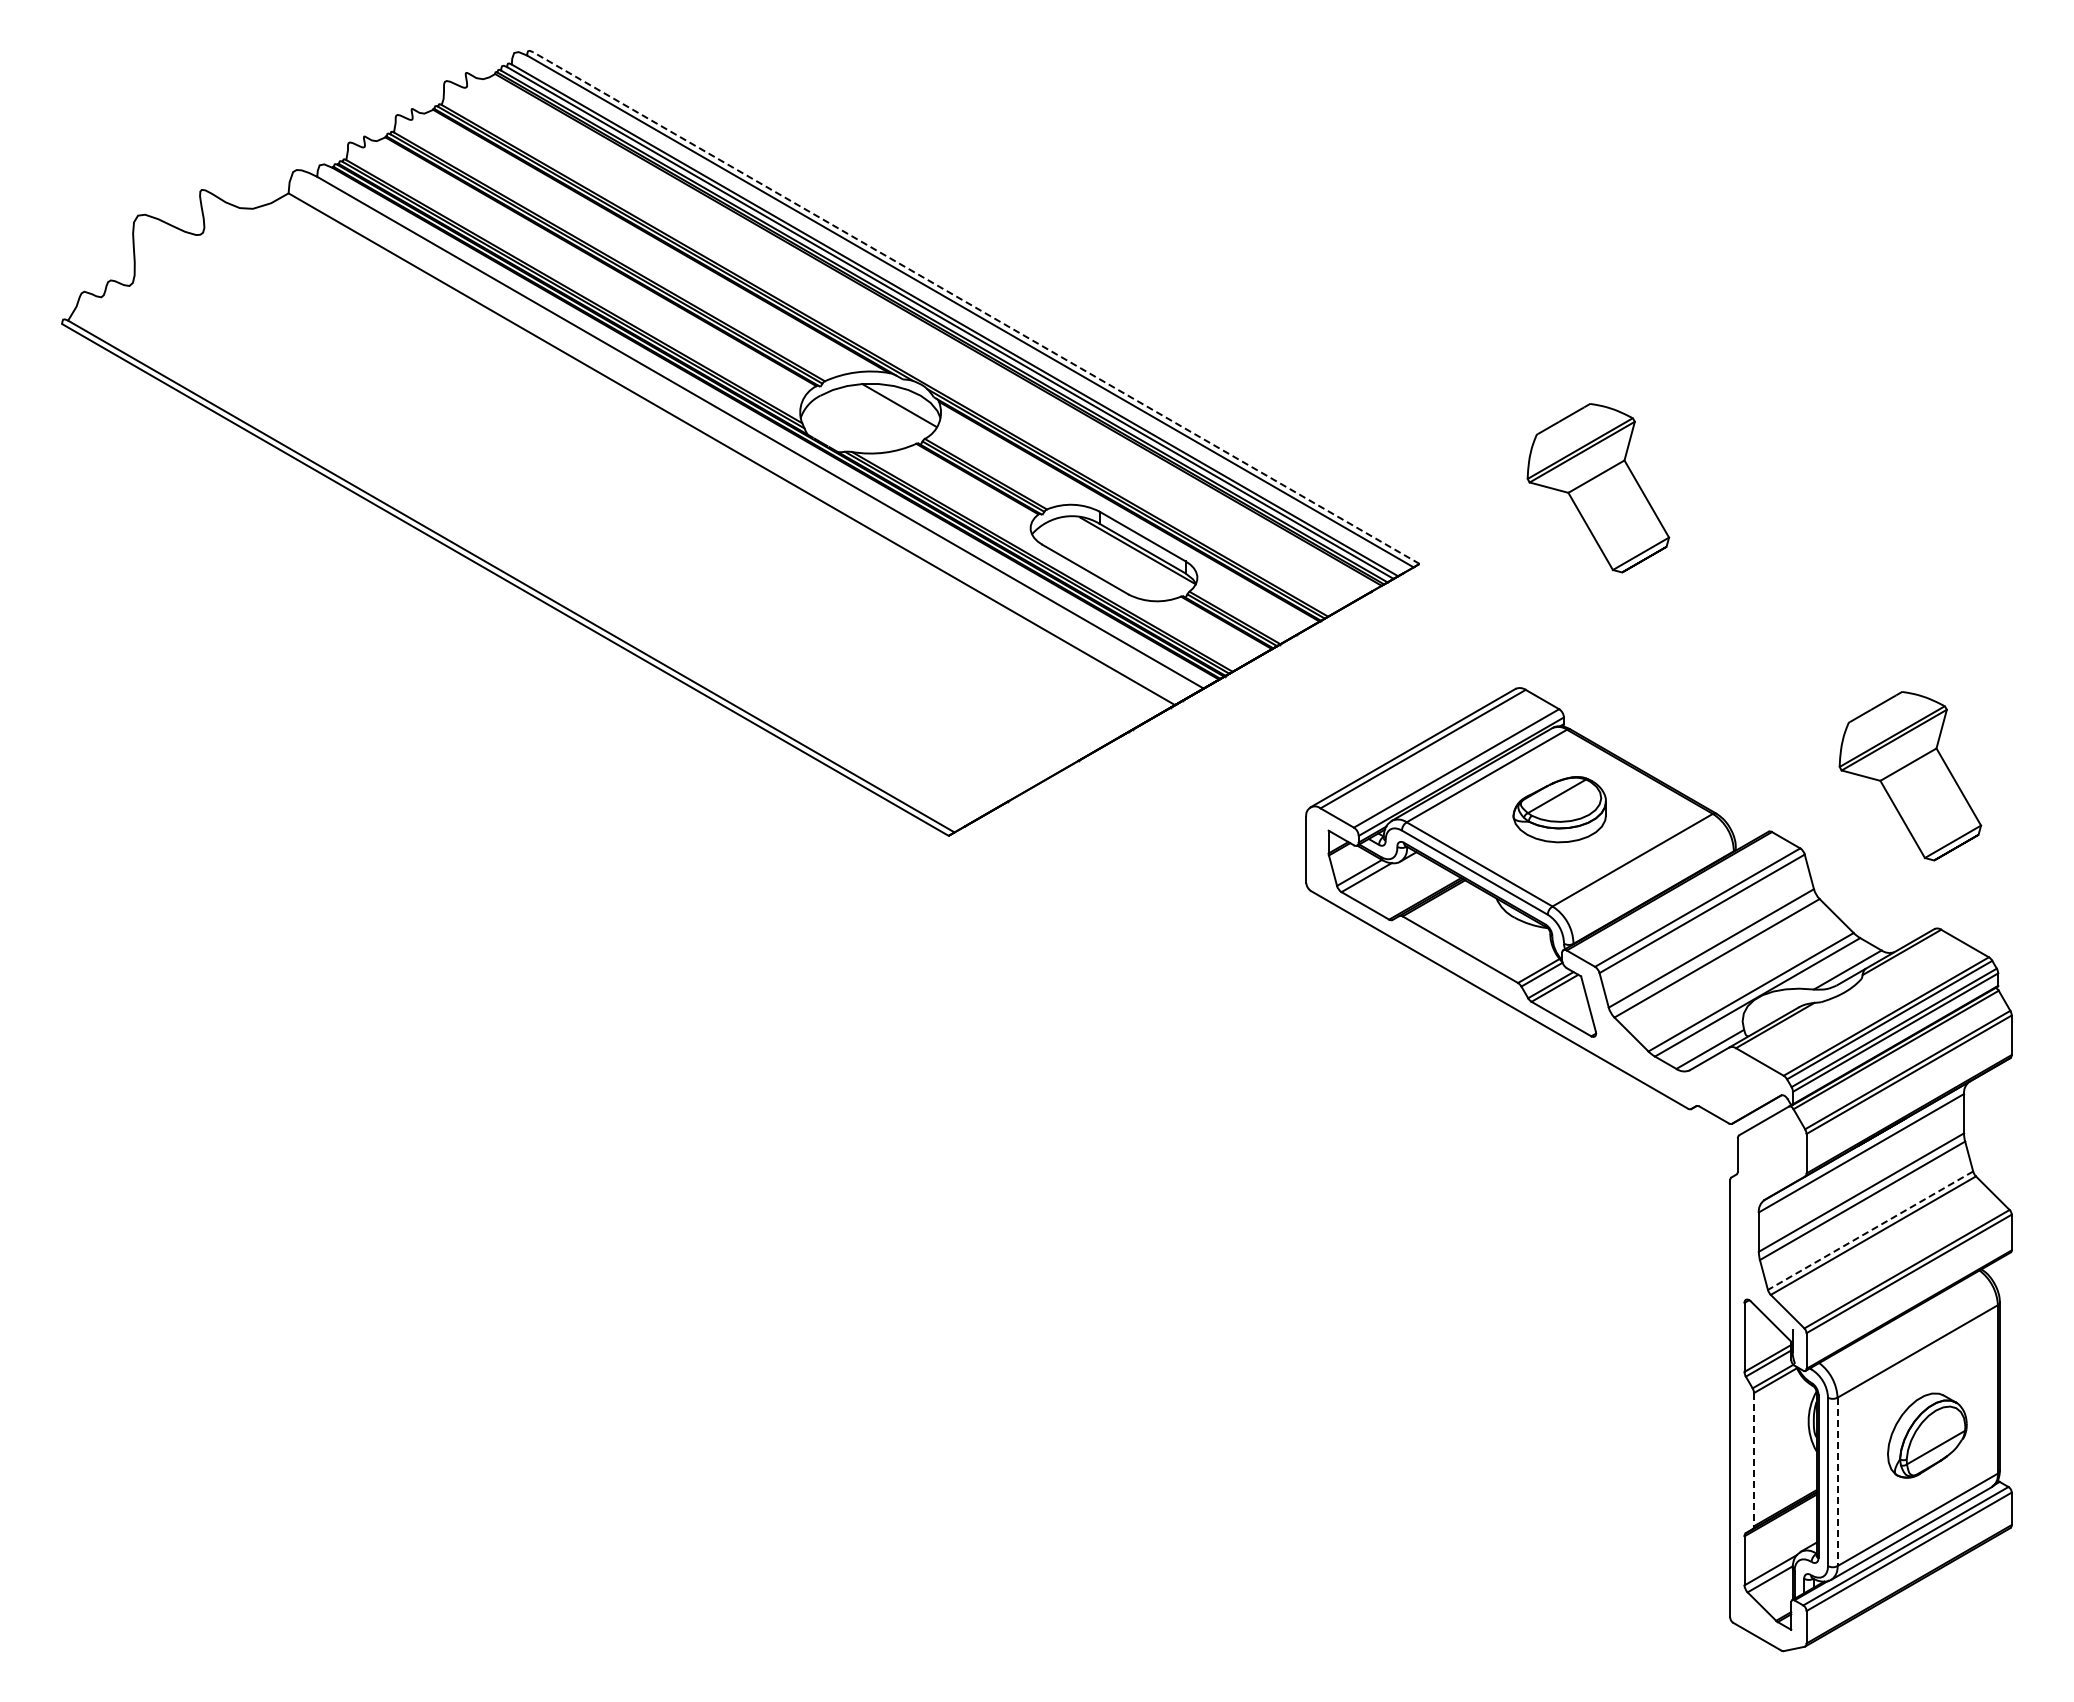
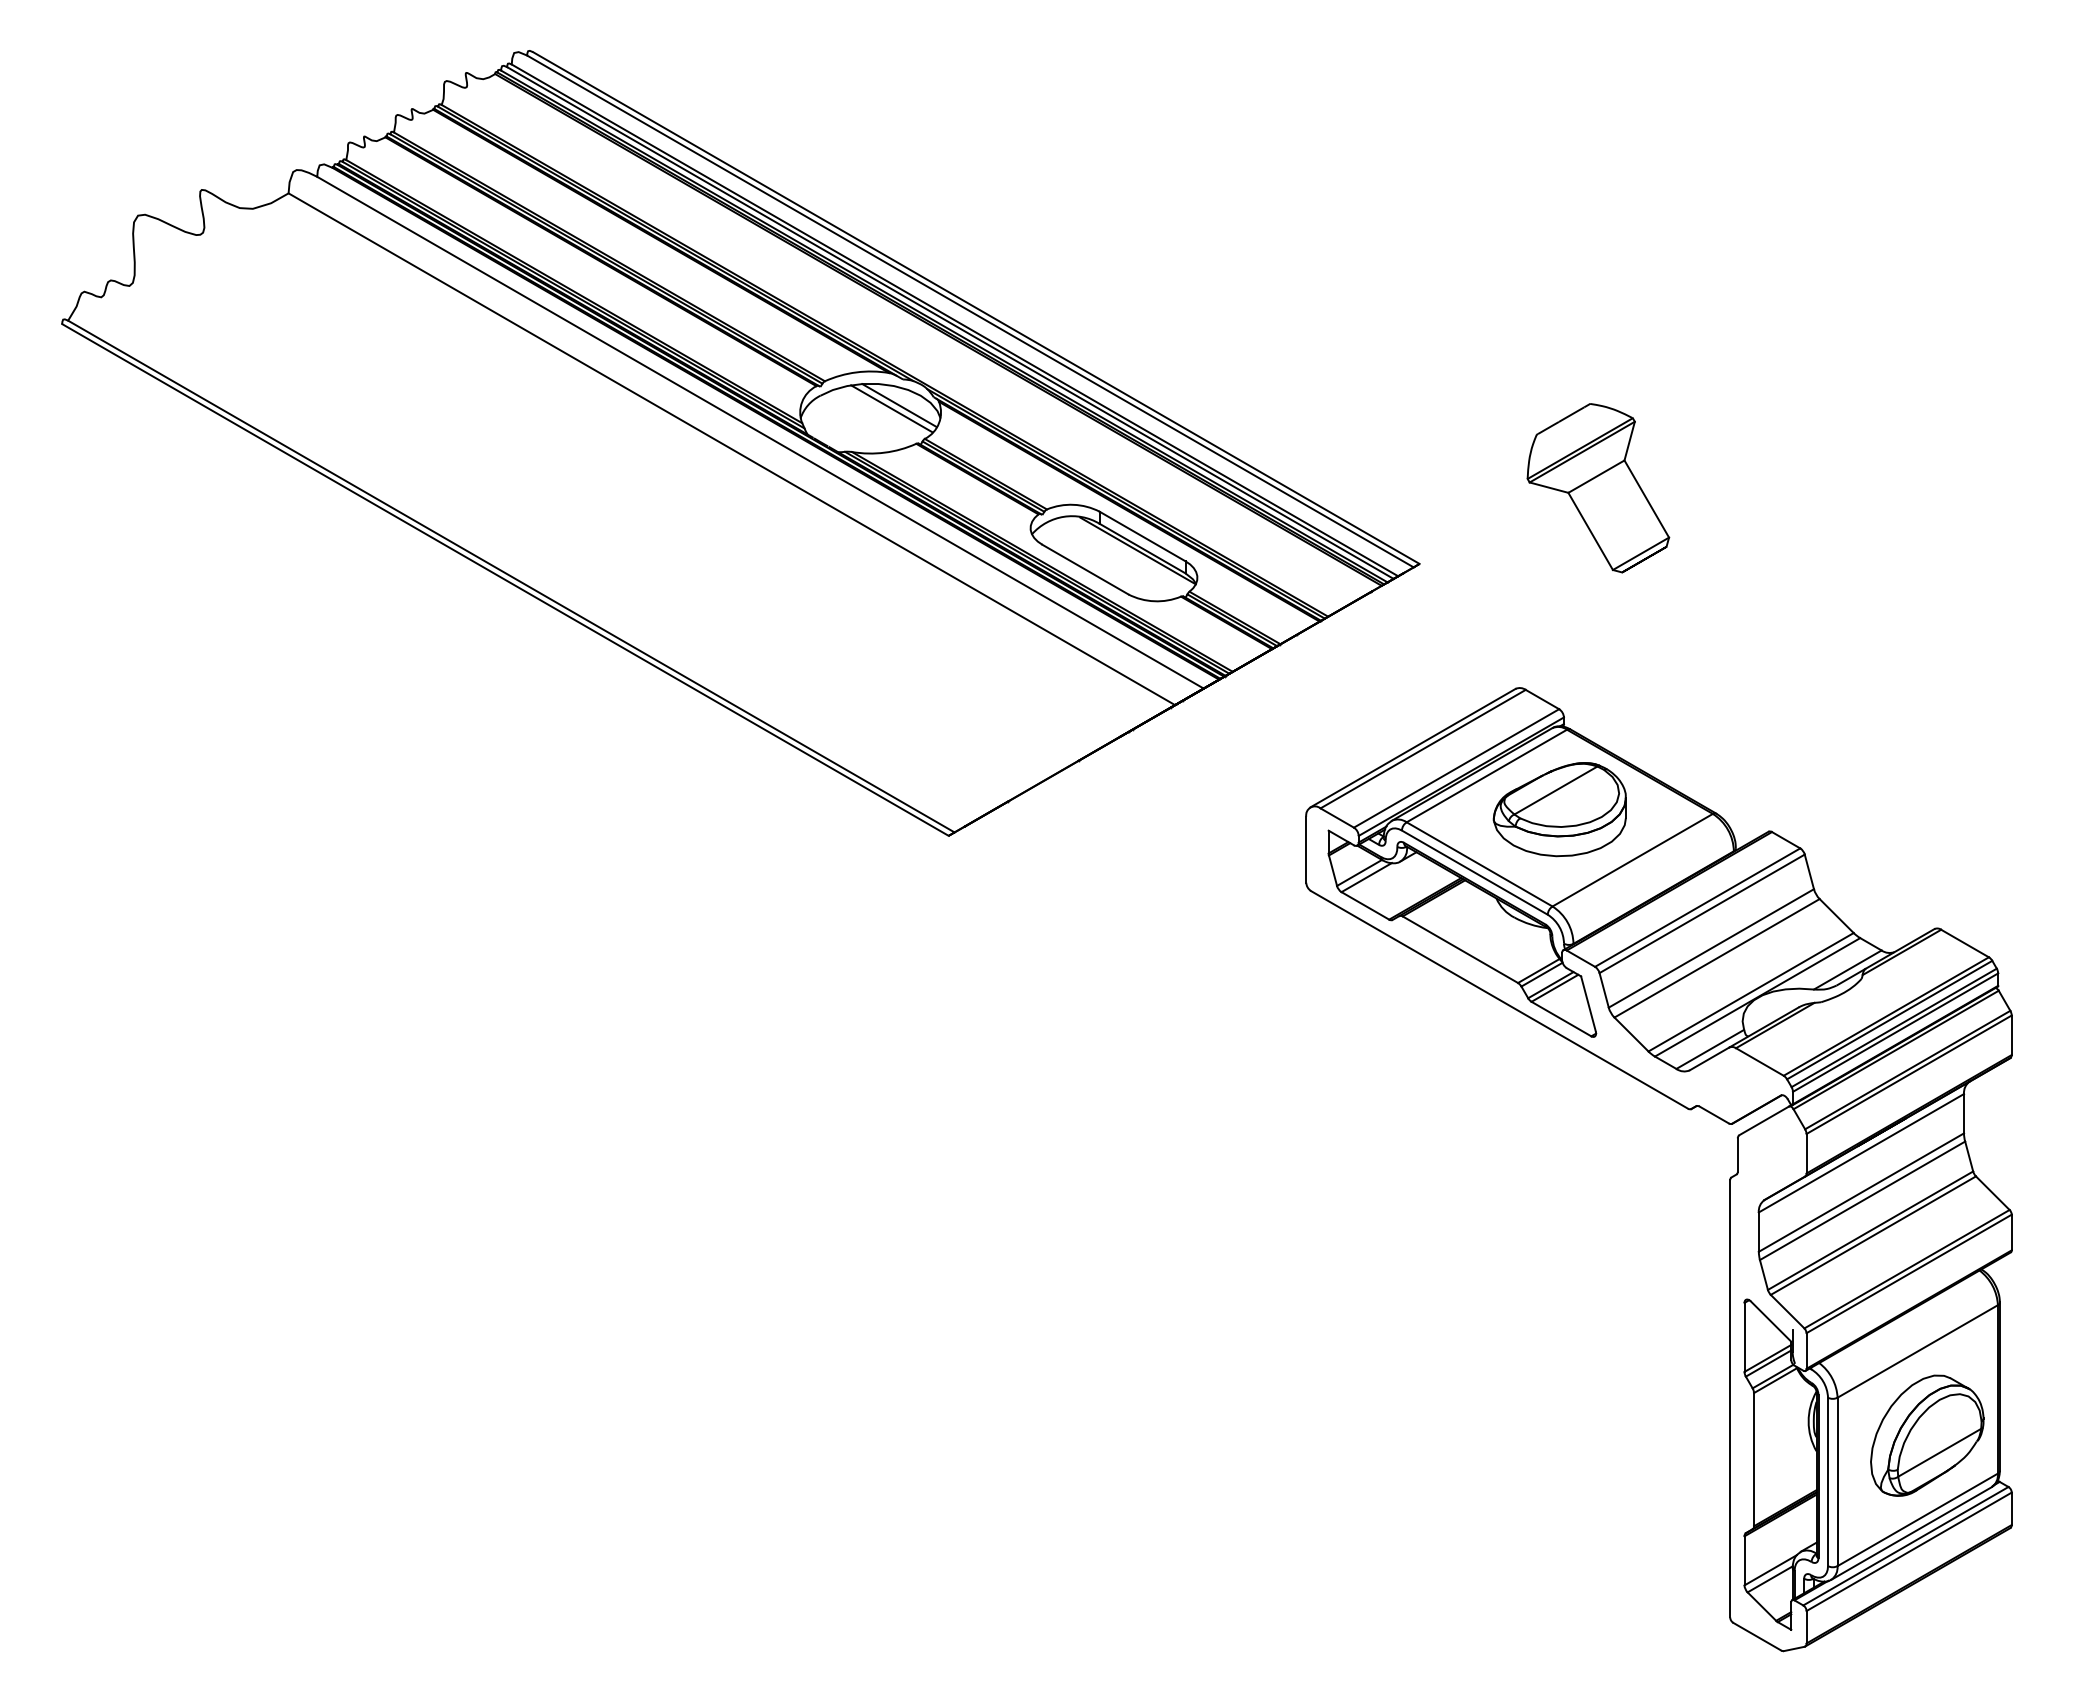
line at (976, 308): dashed -> solid
line at (891, 408): none -> present
part at (1910, 776): present -> none
part at (1559, 809) size: 95x68 px -> 135x96 px
line at (1870, 1230): dashed -> solid
part at (1927, 1435) size: 81x87 px -> 115x123 px
line at (1754, 1459): dashed -> solid
line at (1837, 1482): dashed -> solid
